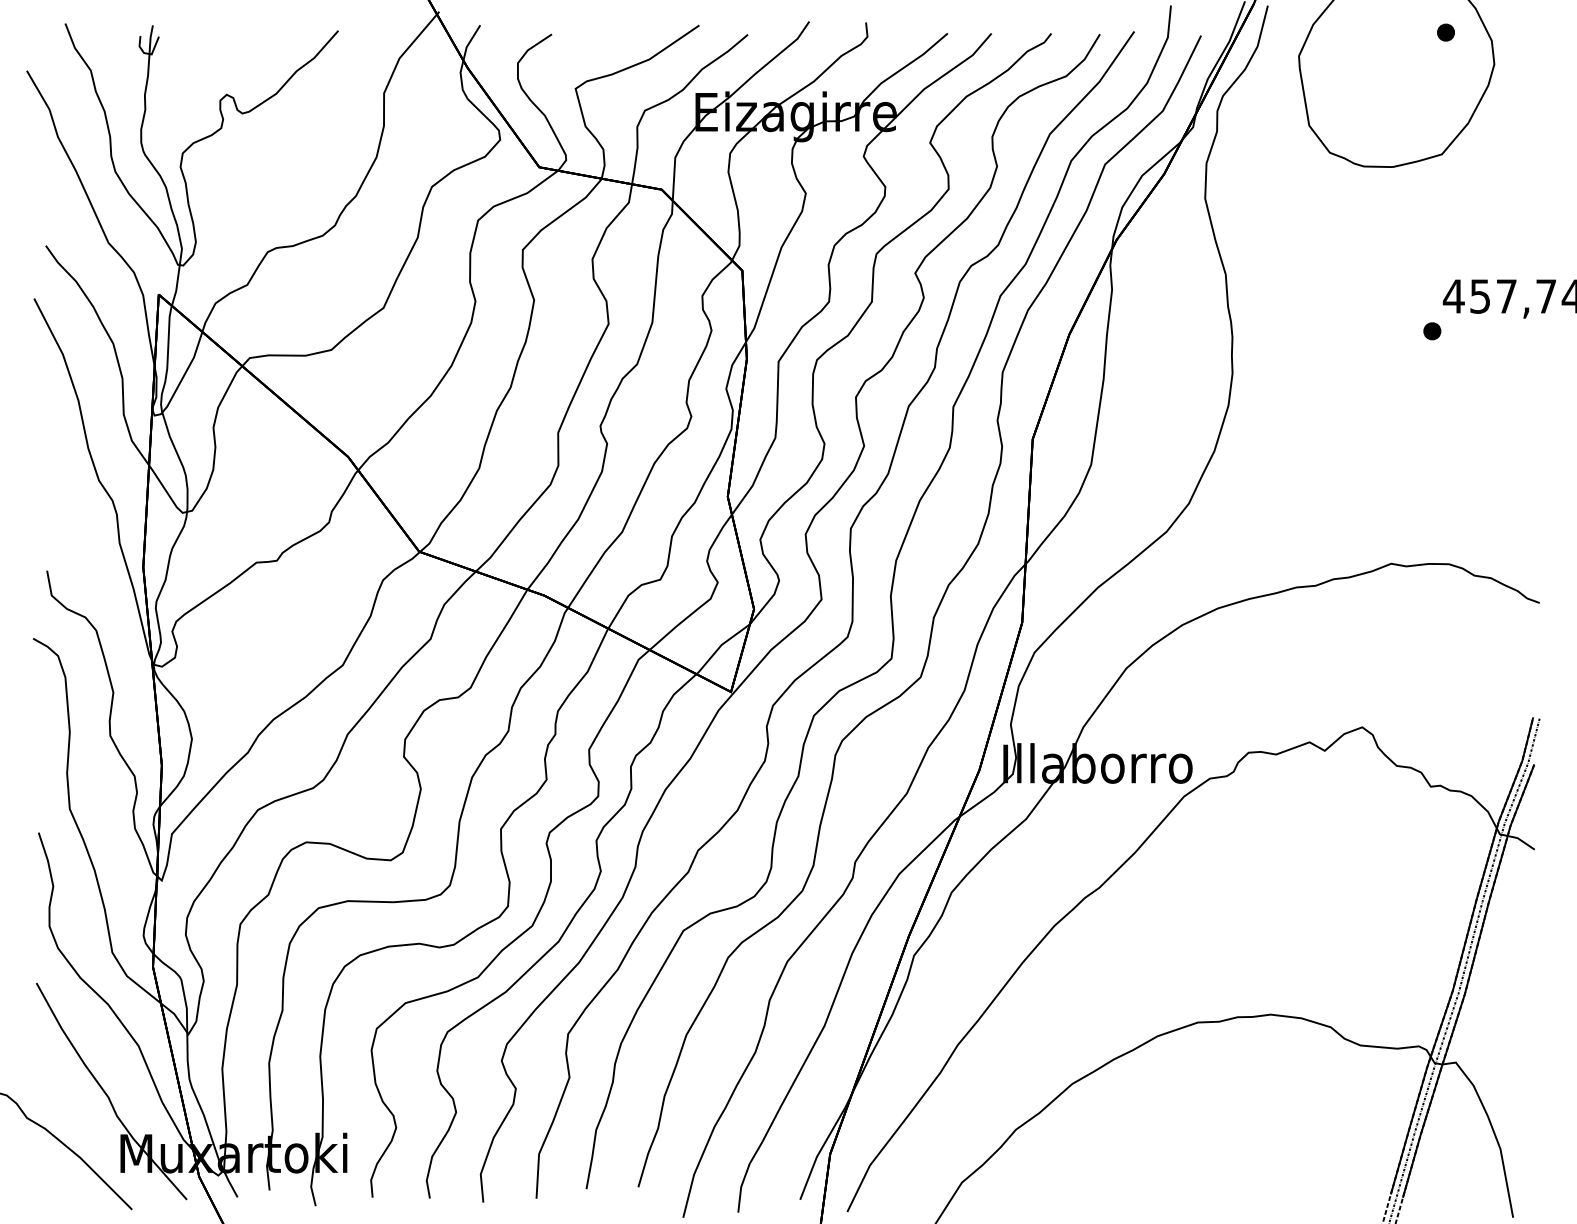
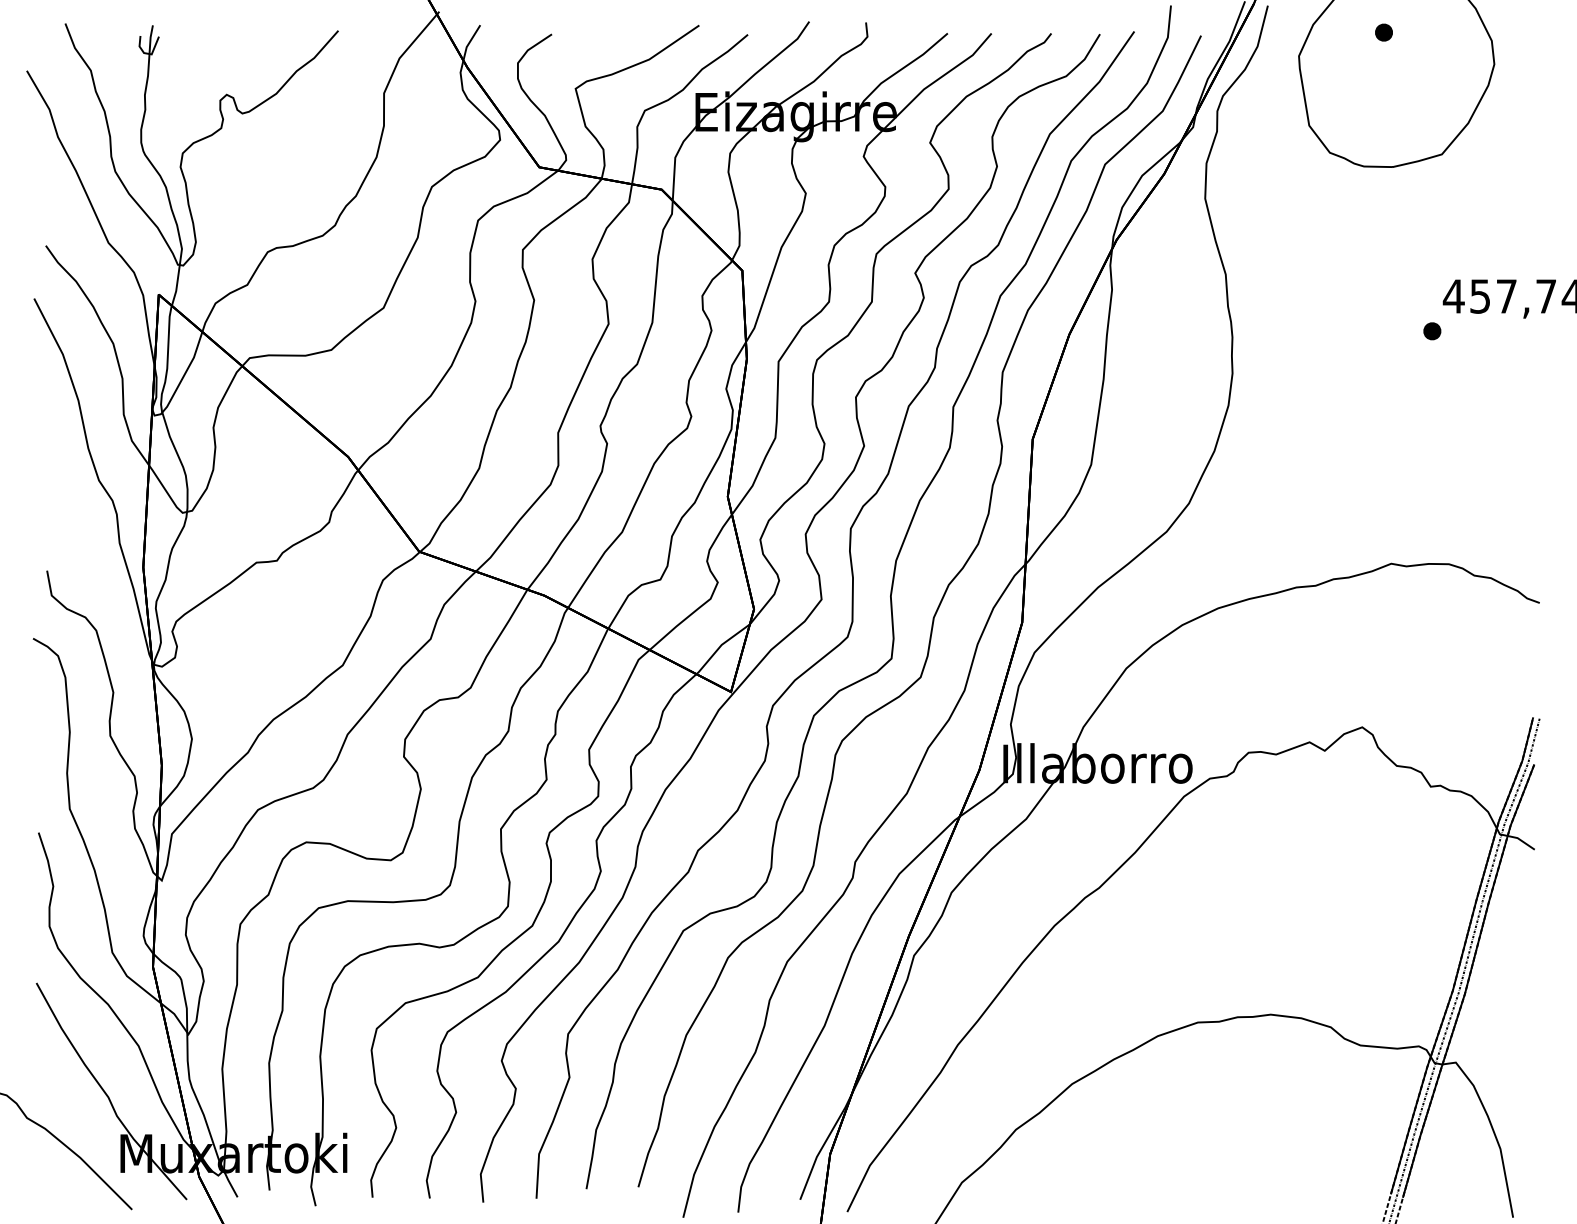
part at (1445, 32) position: (1445, 32) -> (1383, 32)
